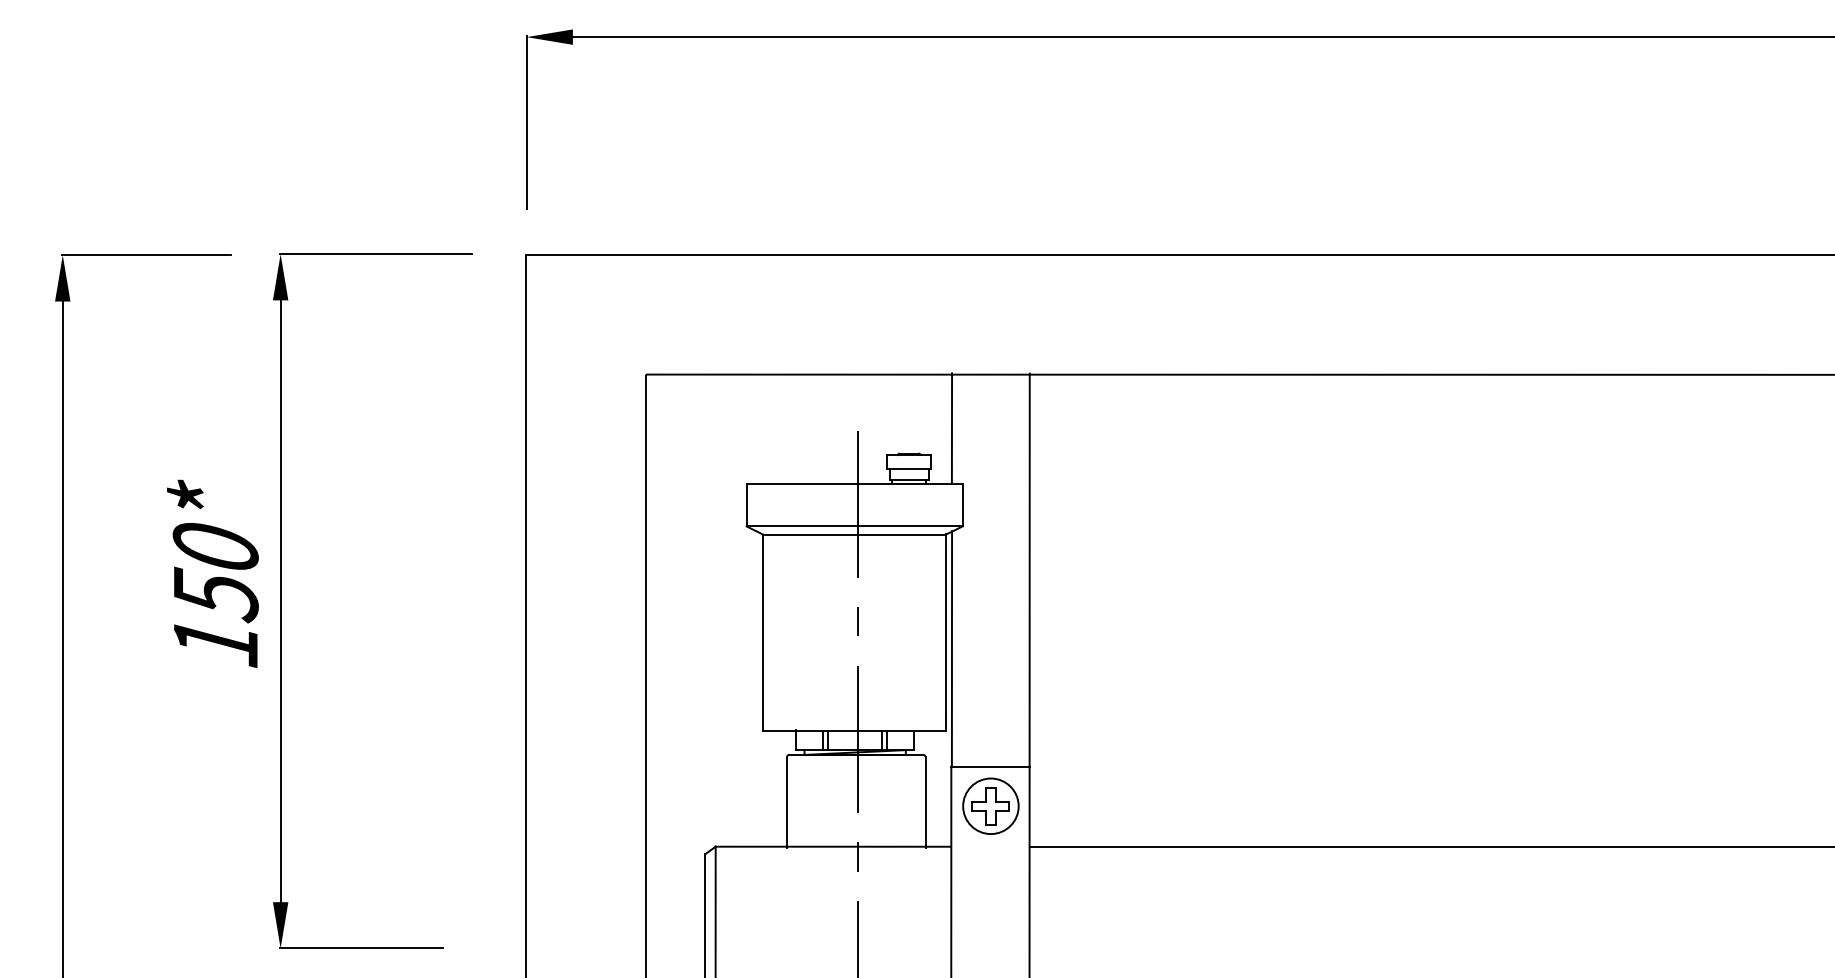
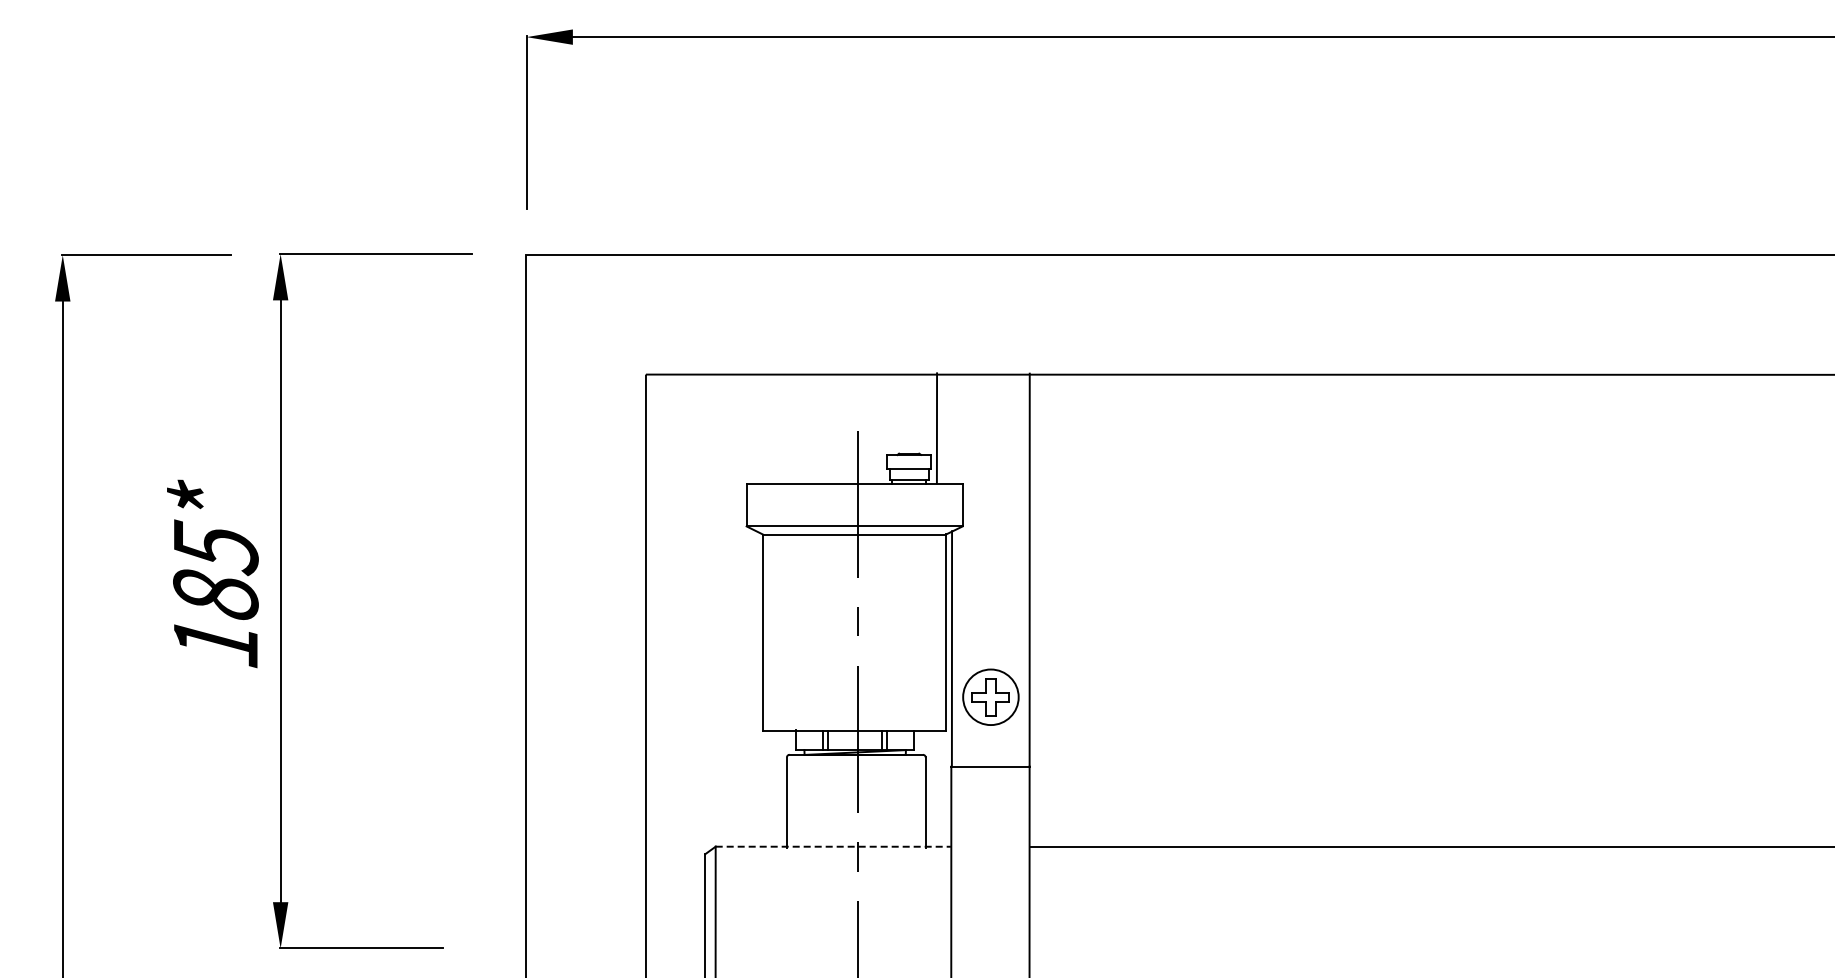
line at (951, 428) position: (951, 428) -> (936, 428)
text at (215, 571): 150* -> 185*
part at (990, 805) position: (990, 805) -> (990, 696)
line at (833, 846): solid -> dashed
